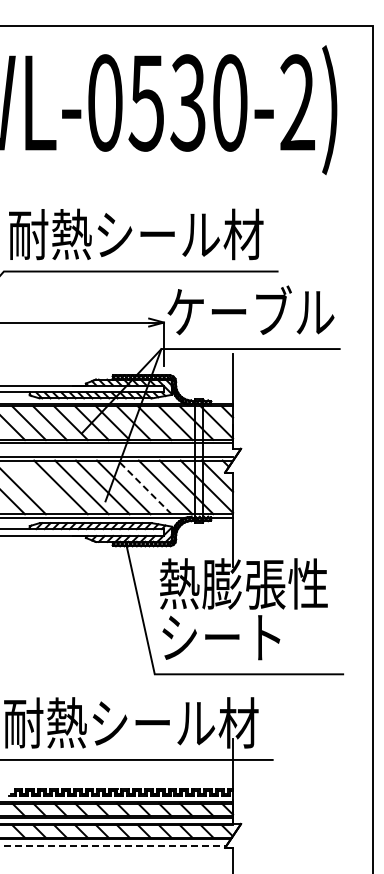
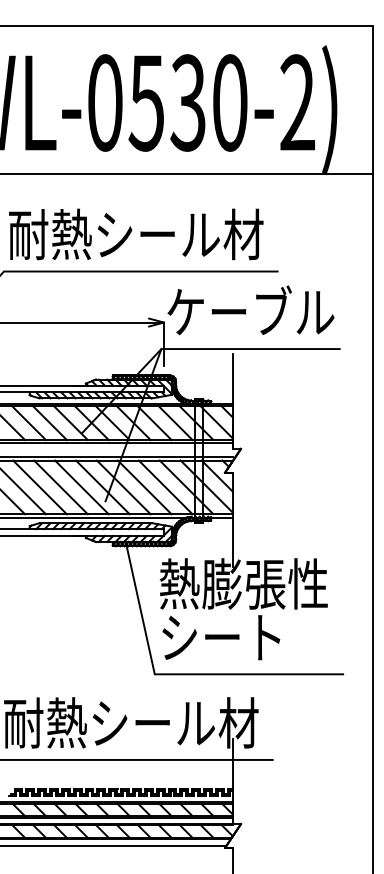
line at (187, 174): none -> present
line at (39, 487): none -> present
line at (144, 487): dashed -> solid
line at (113, 846): dashed -> solid
